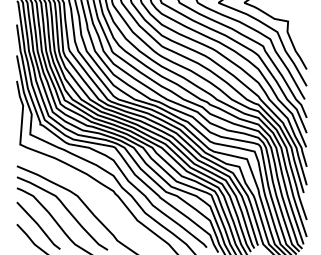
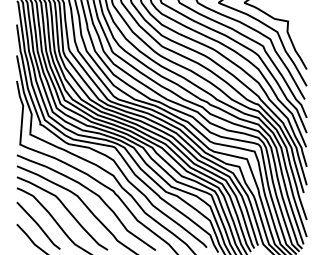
curve at (91, 192): none -> present
